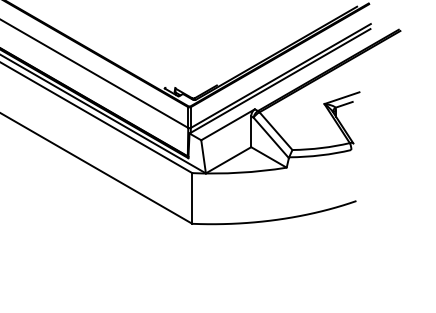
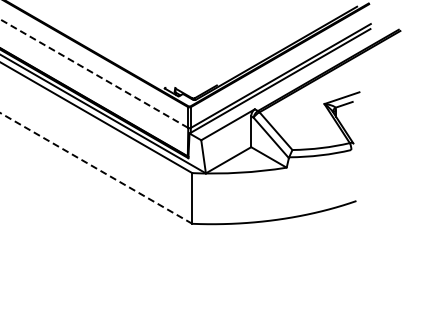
line at (93, 73): solid -> dashed
line at (96, 168): solid -> dashed
